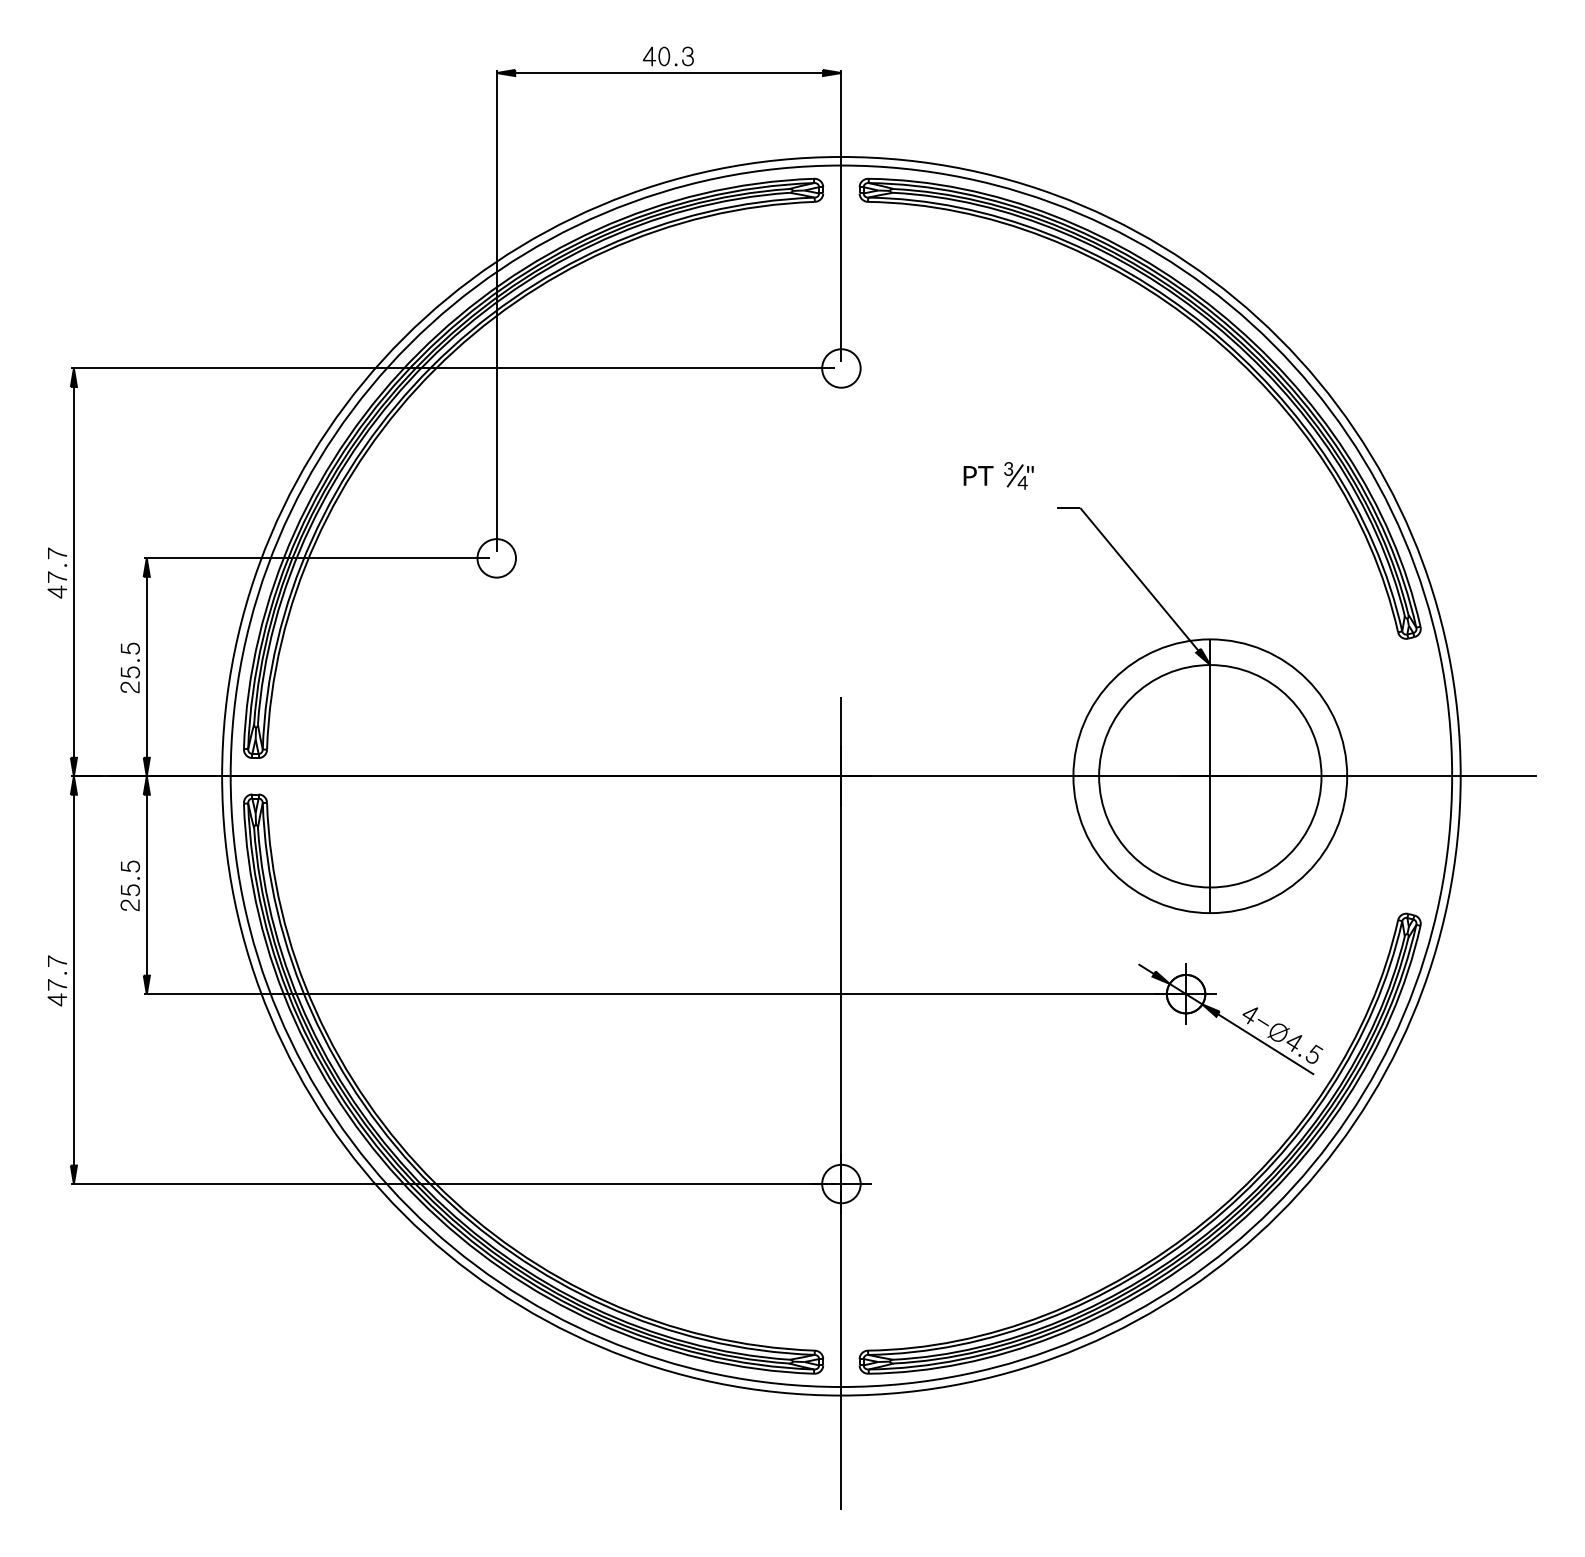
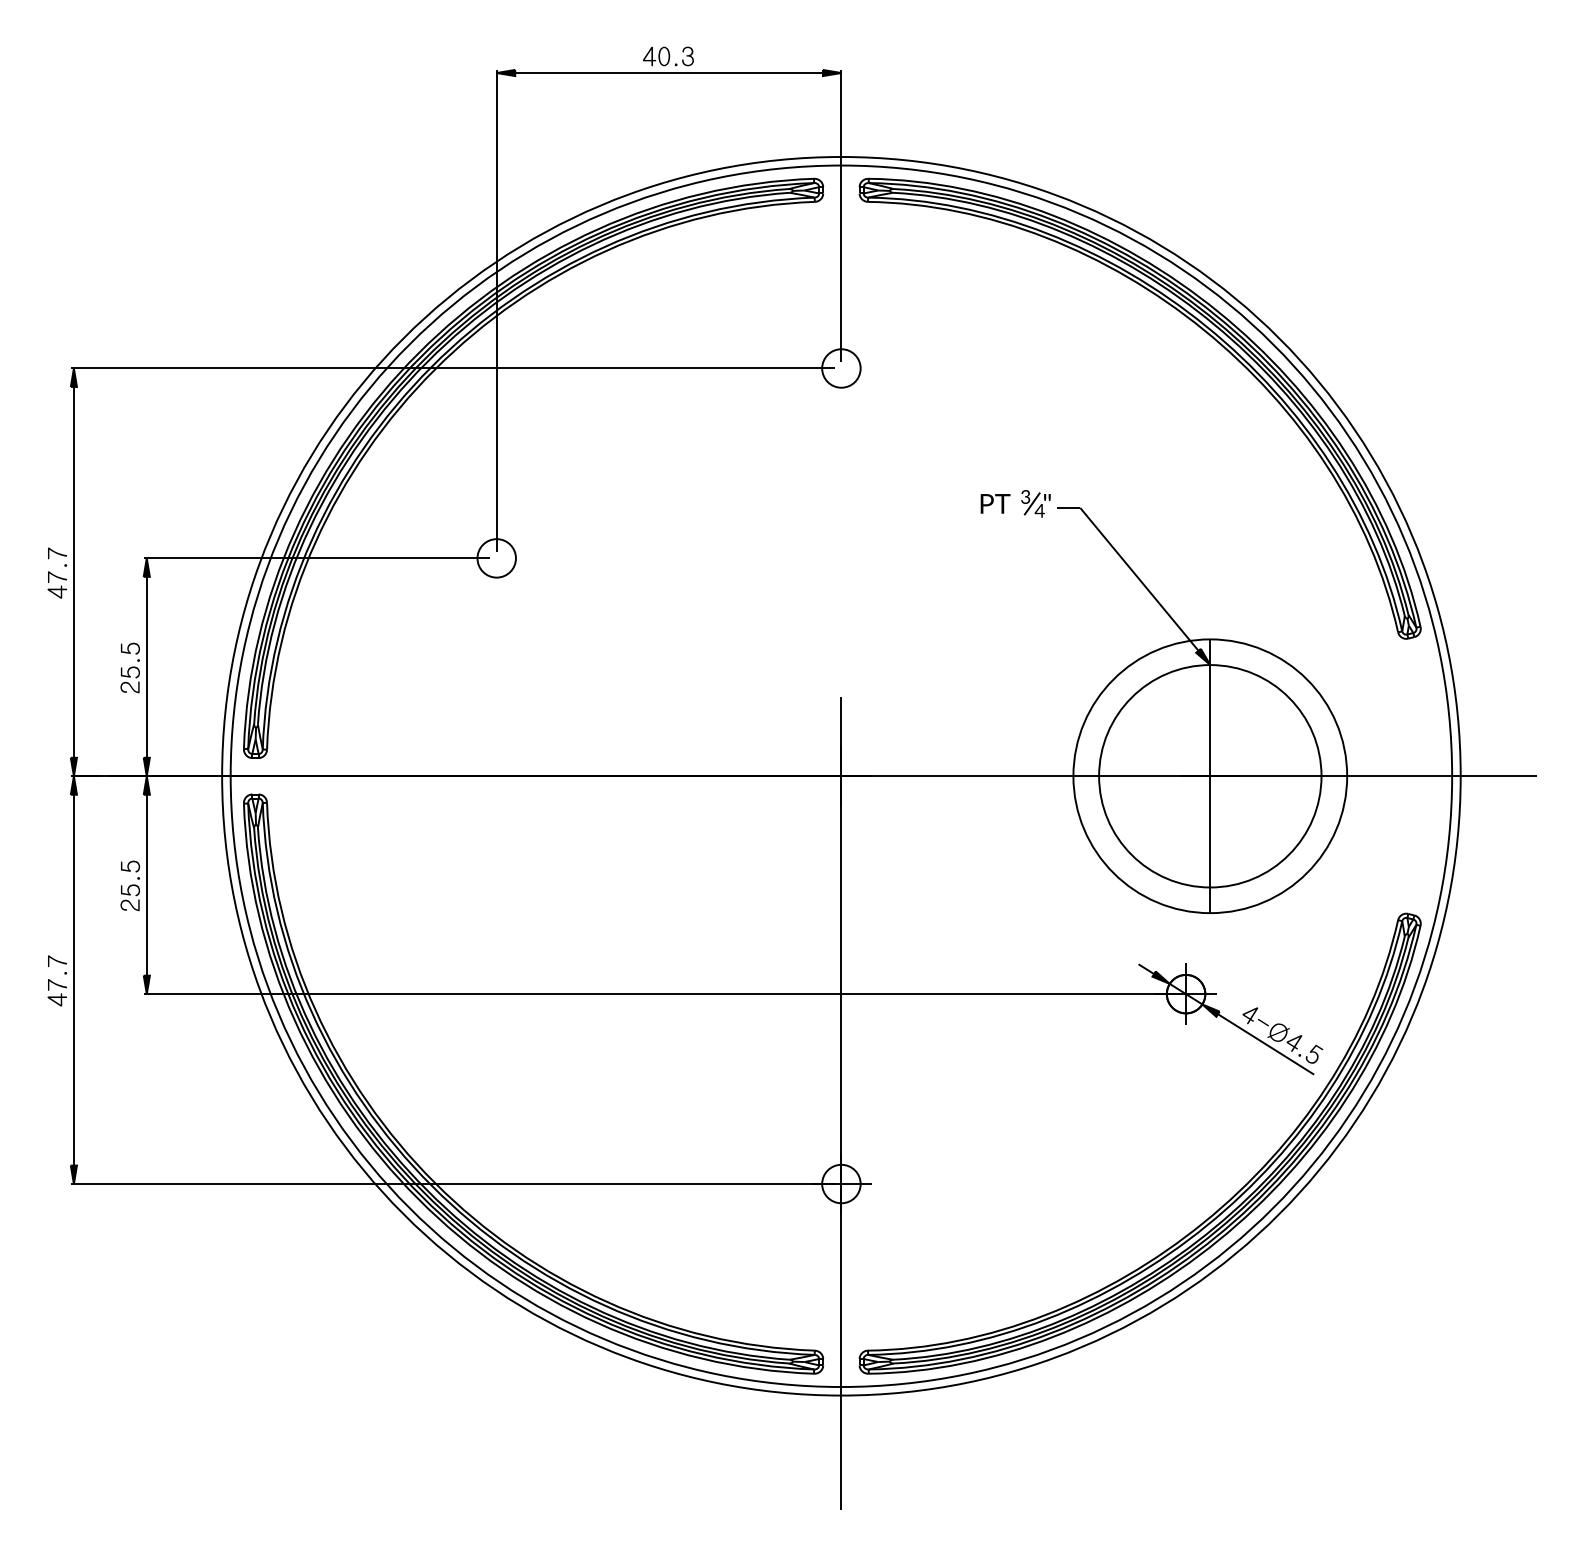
part at (1004, 473) position: (1004, 473) -> (1021, 501)
